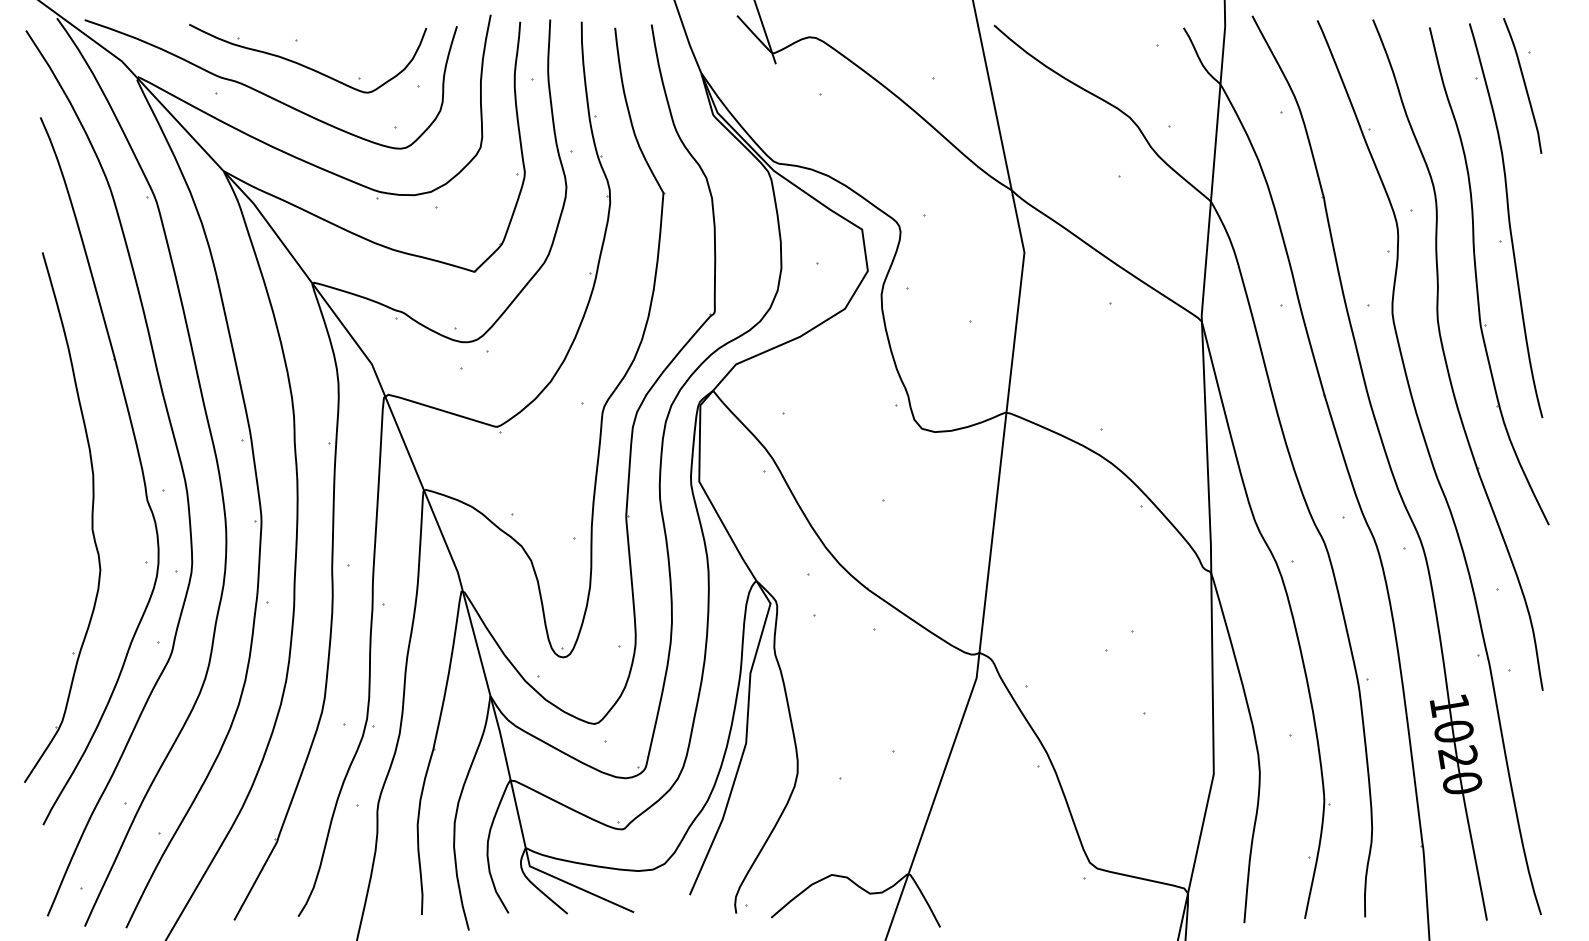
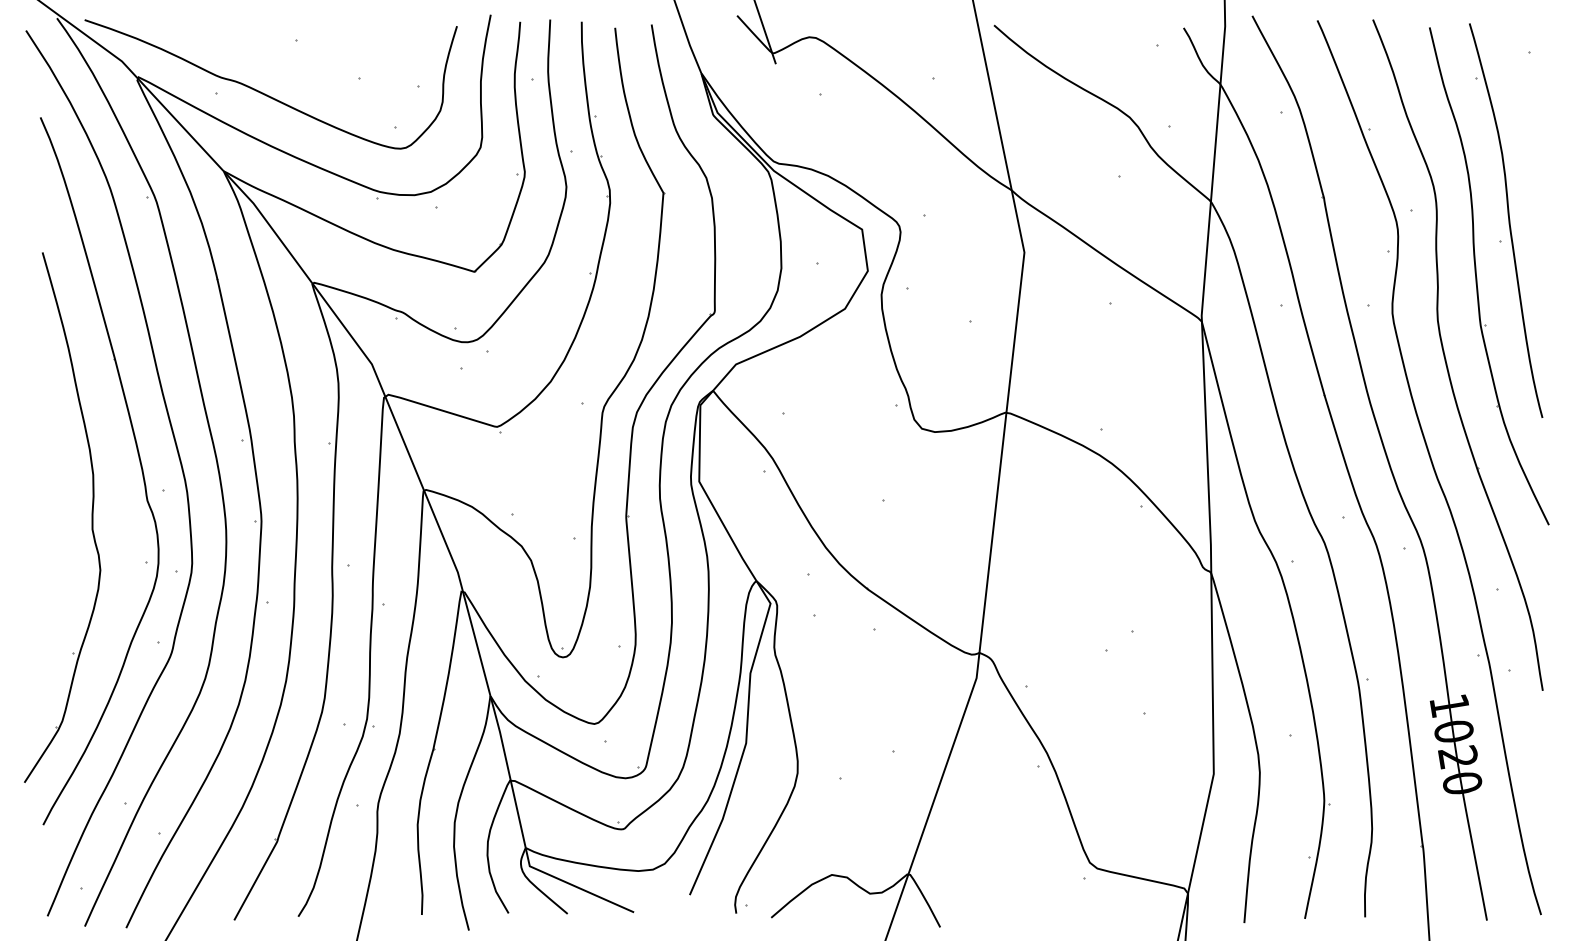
part at (305, 65): present -> none
curve at (1524, 85): present -> none
